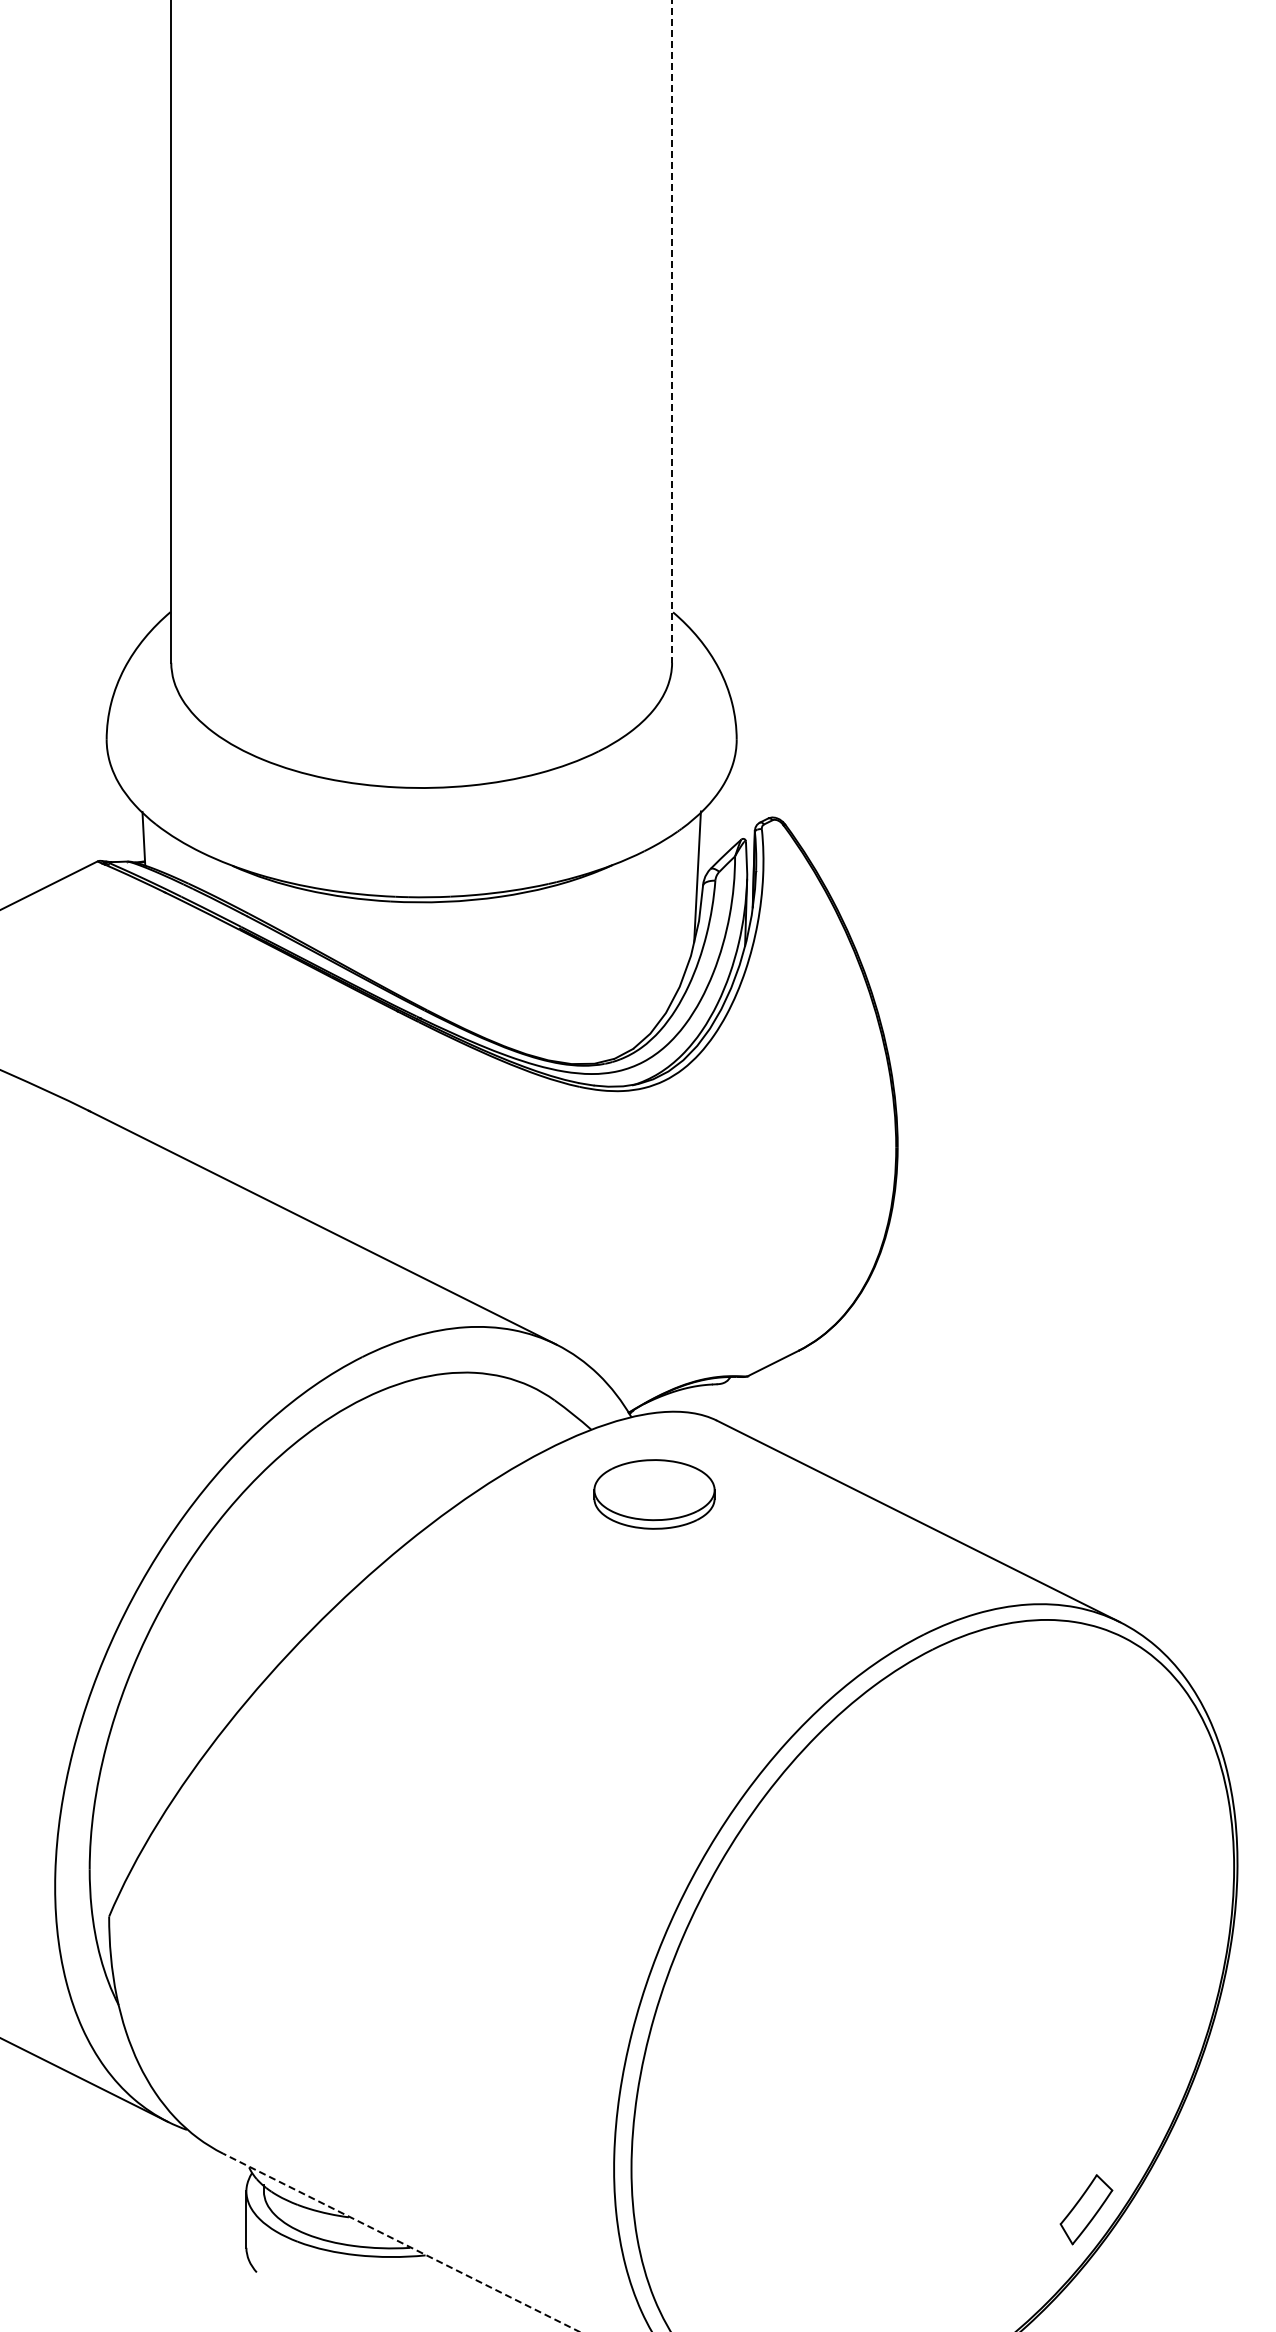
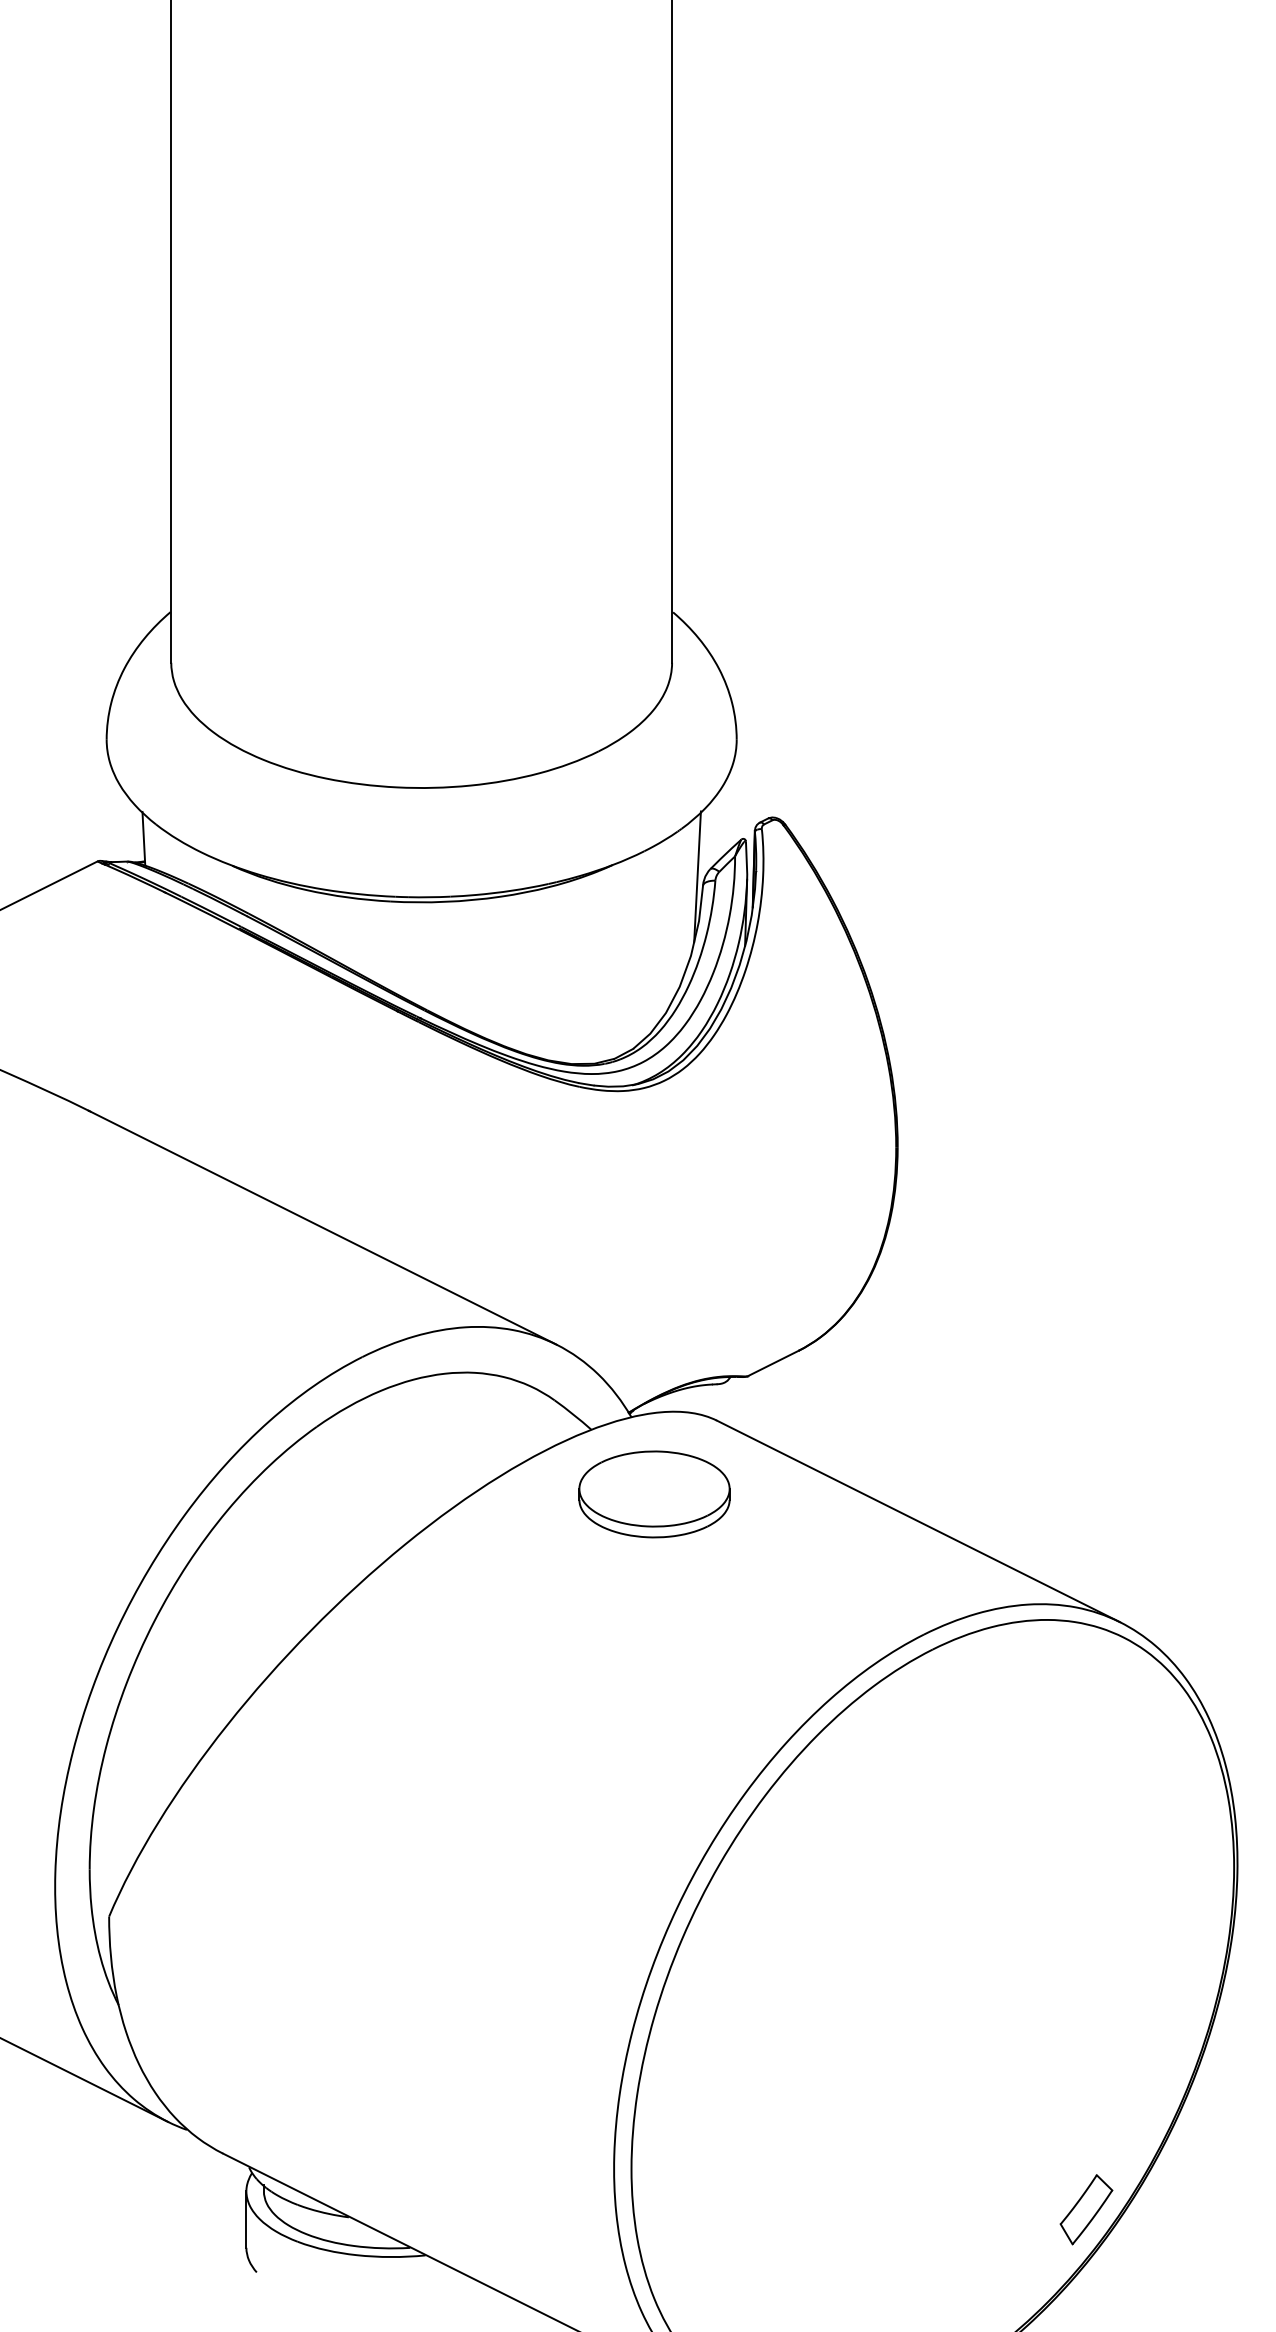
line at (672, 331): dashed -> solid
part at (654, 1494) size: 123x71 px -> 153x89 px
line at (400, 2242): dashed -> solid
